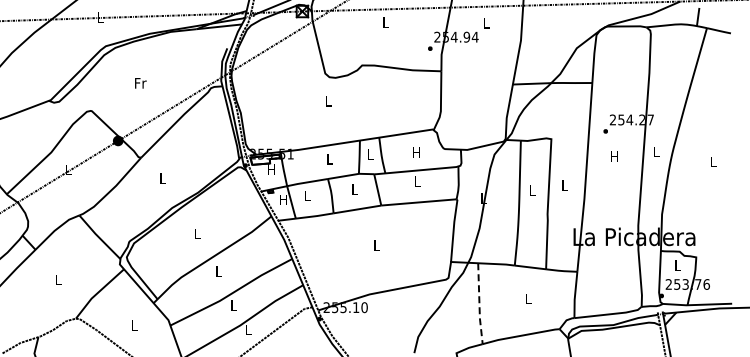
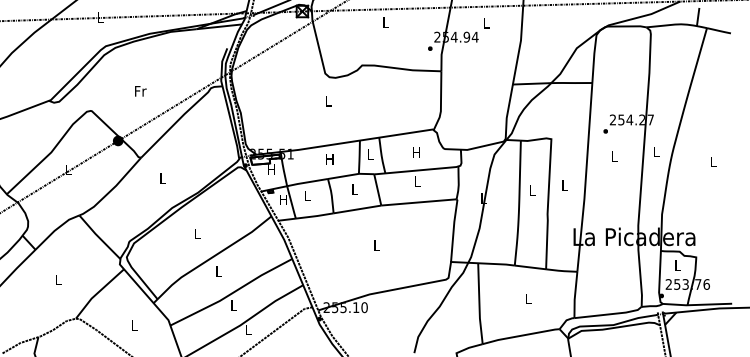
text at (140, 83) position: (140, 83) -> (140, 91)
text at (614, 156): H -> L
text at (329, 159): L -> H
line at (479, 304): dashed -> solid
